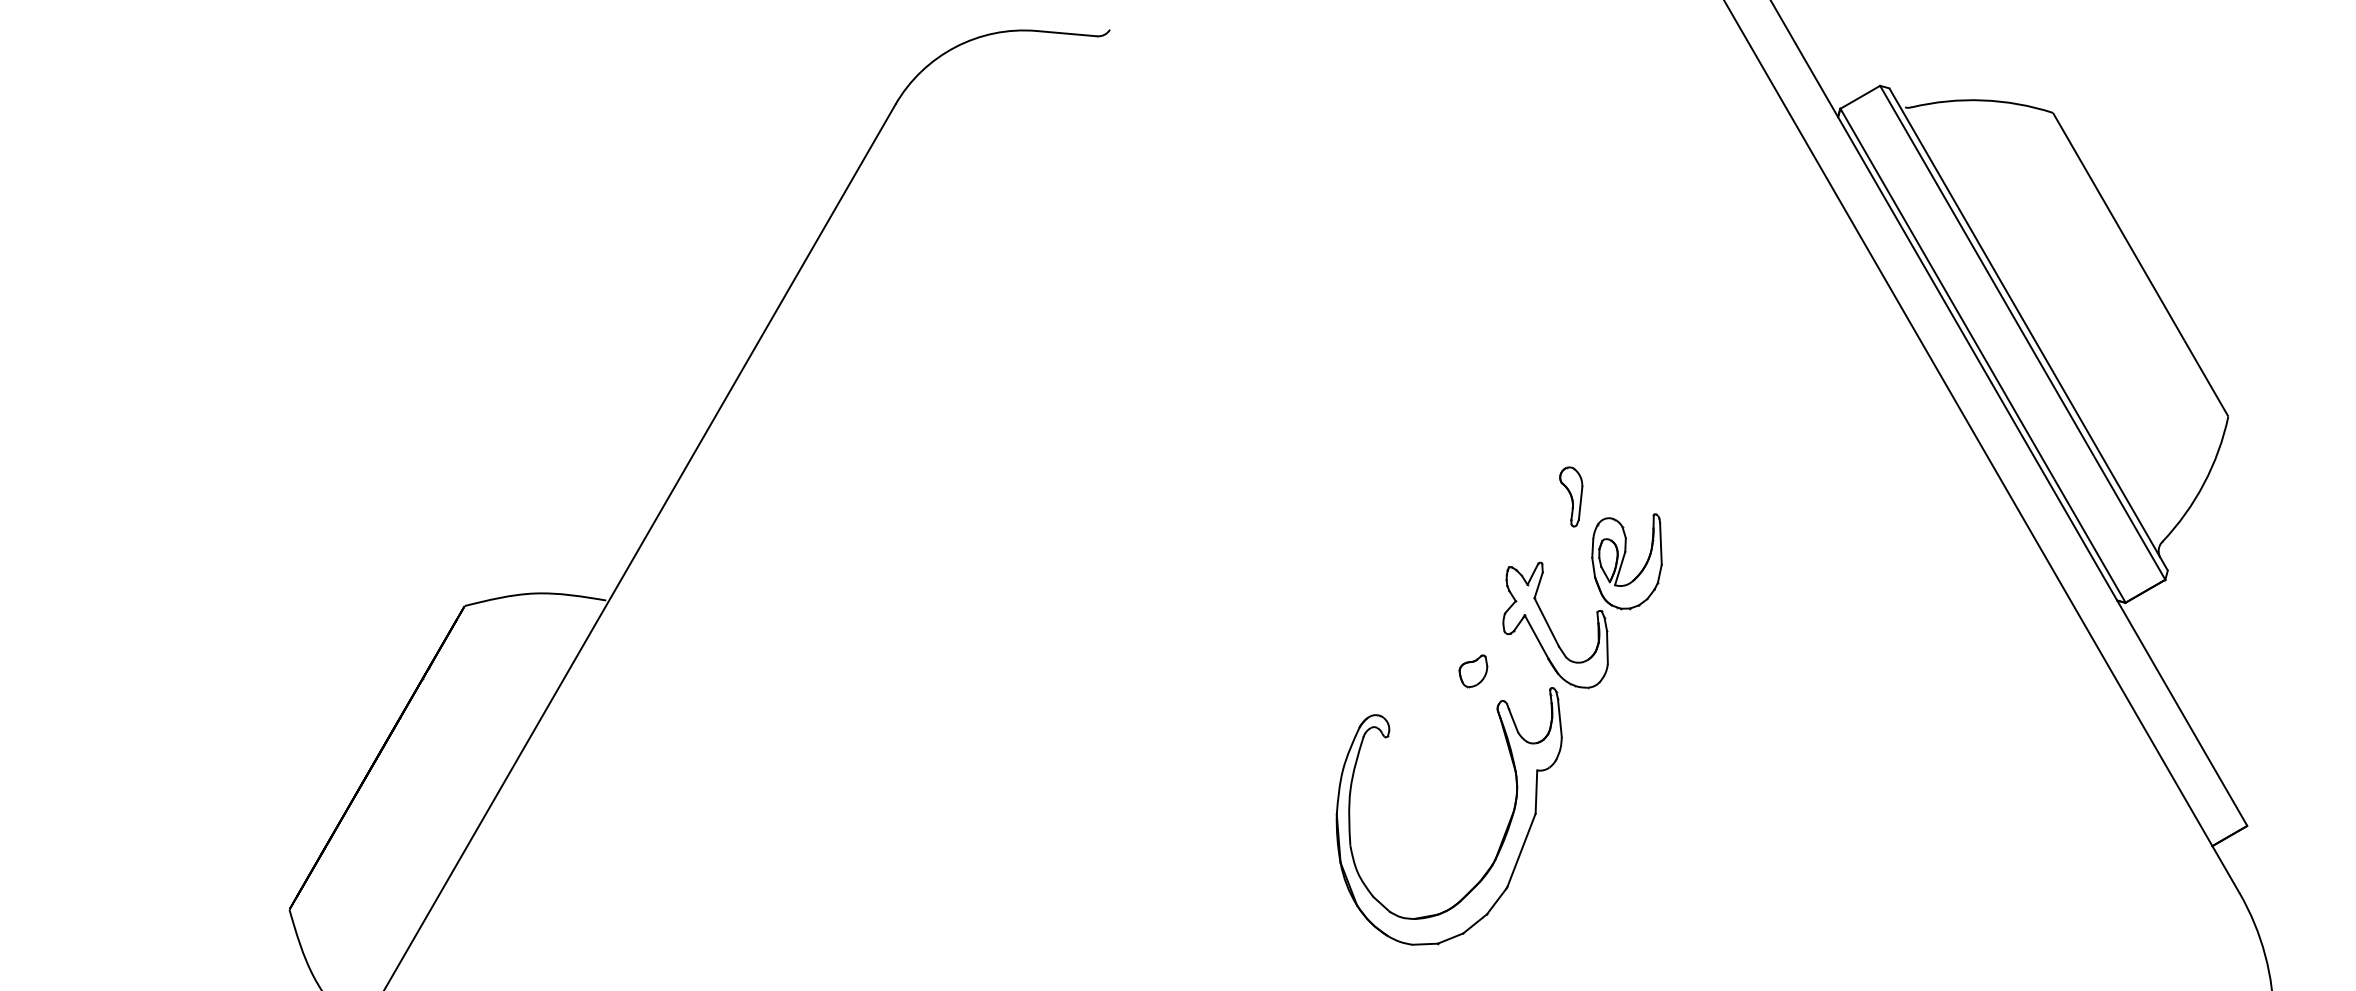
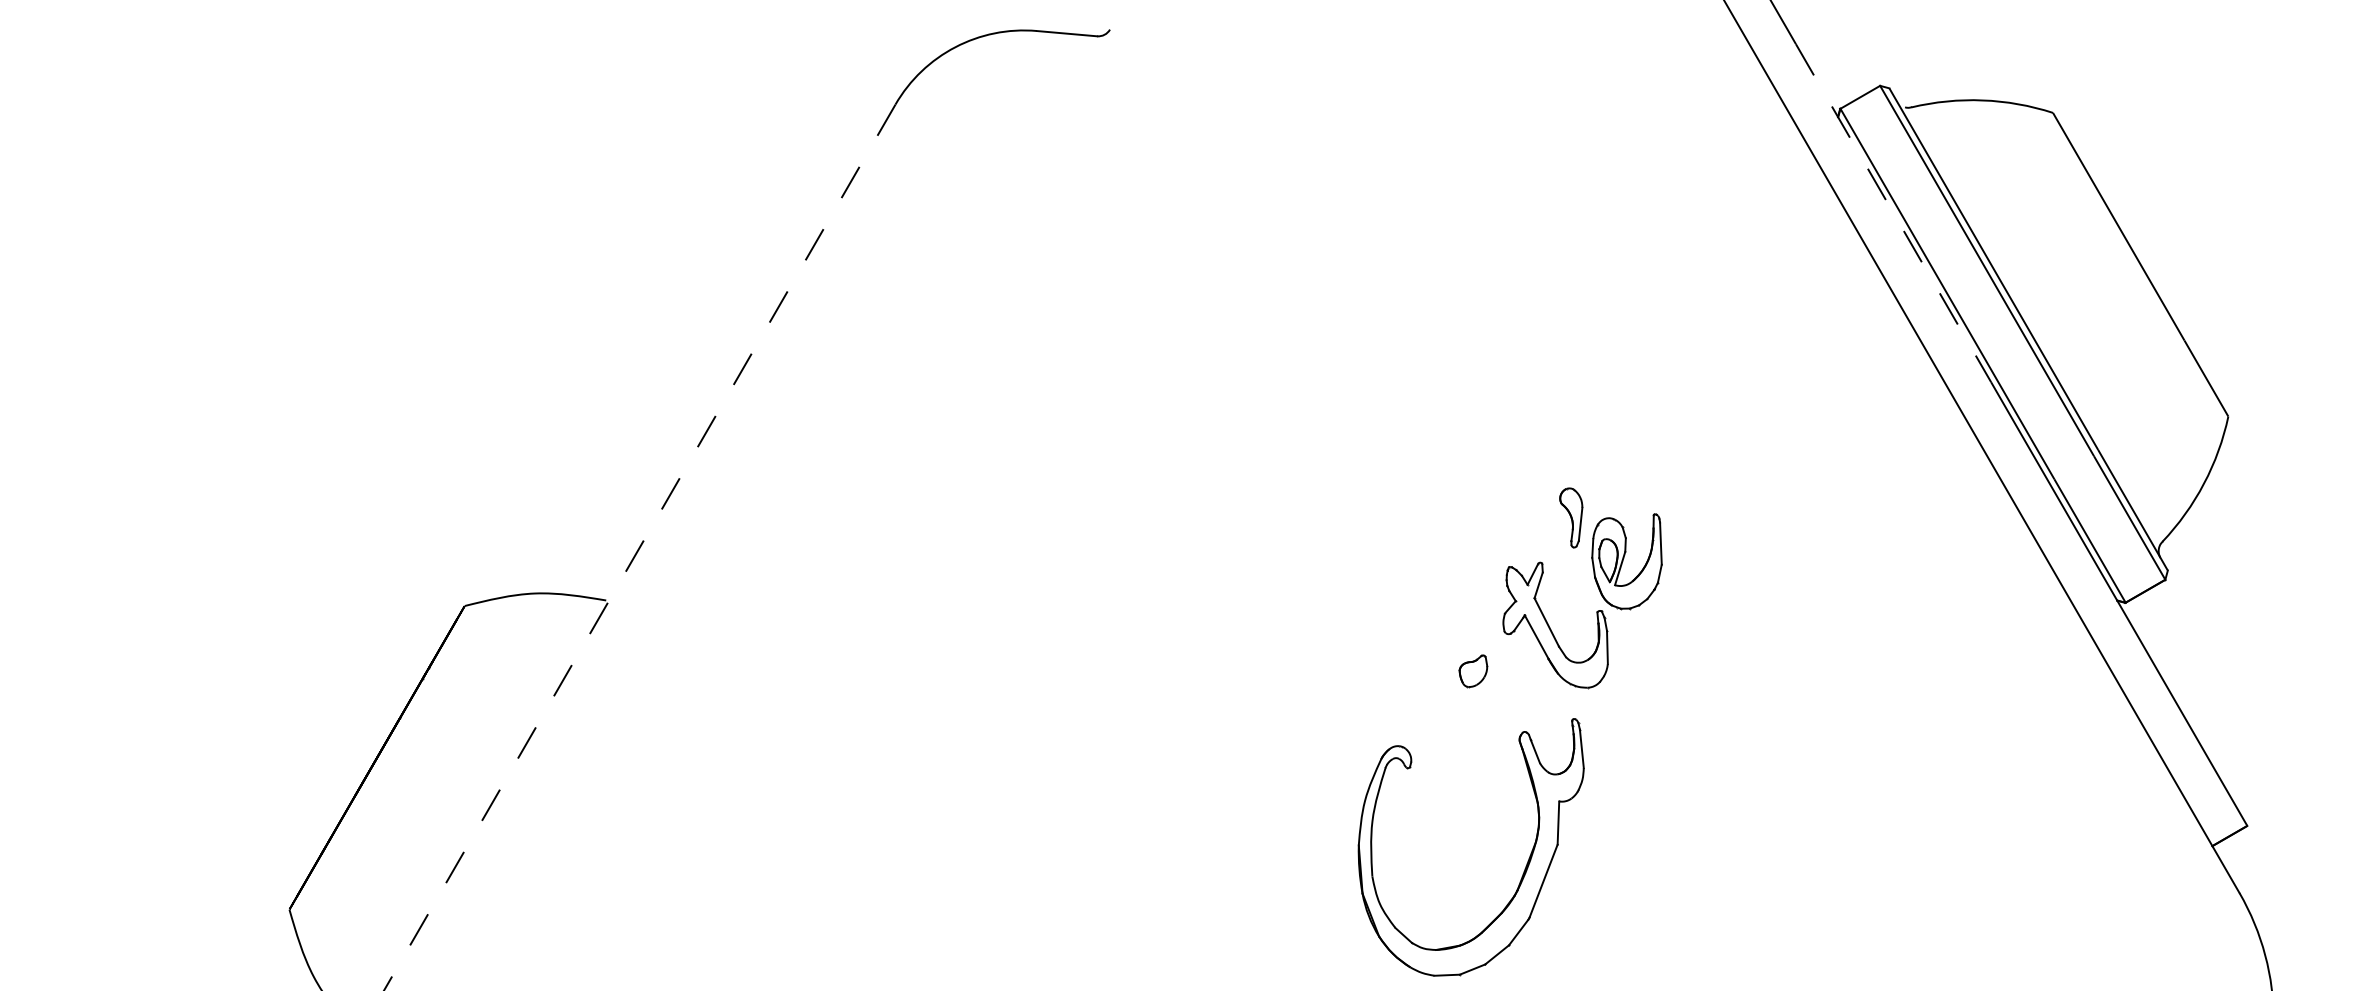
line at (1893, 213): solid -> dashed
part at (1571, 496) position: (1571, 496) -> (1571, 517)
line at (639, 547): solid -> dashed
part at (1502, 837) position: (1502, 837) -> (1524, 868)
